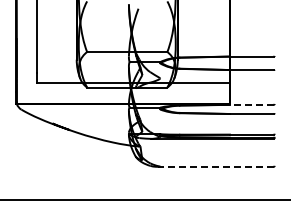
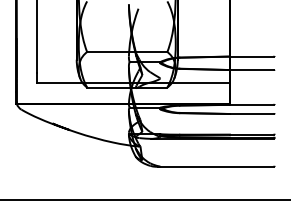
line at (251, 104): dashed -> solid
line at (215, 166): dashed -> solid
